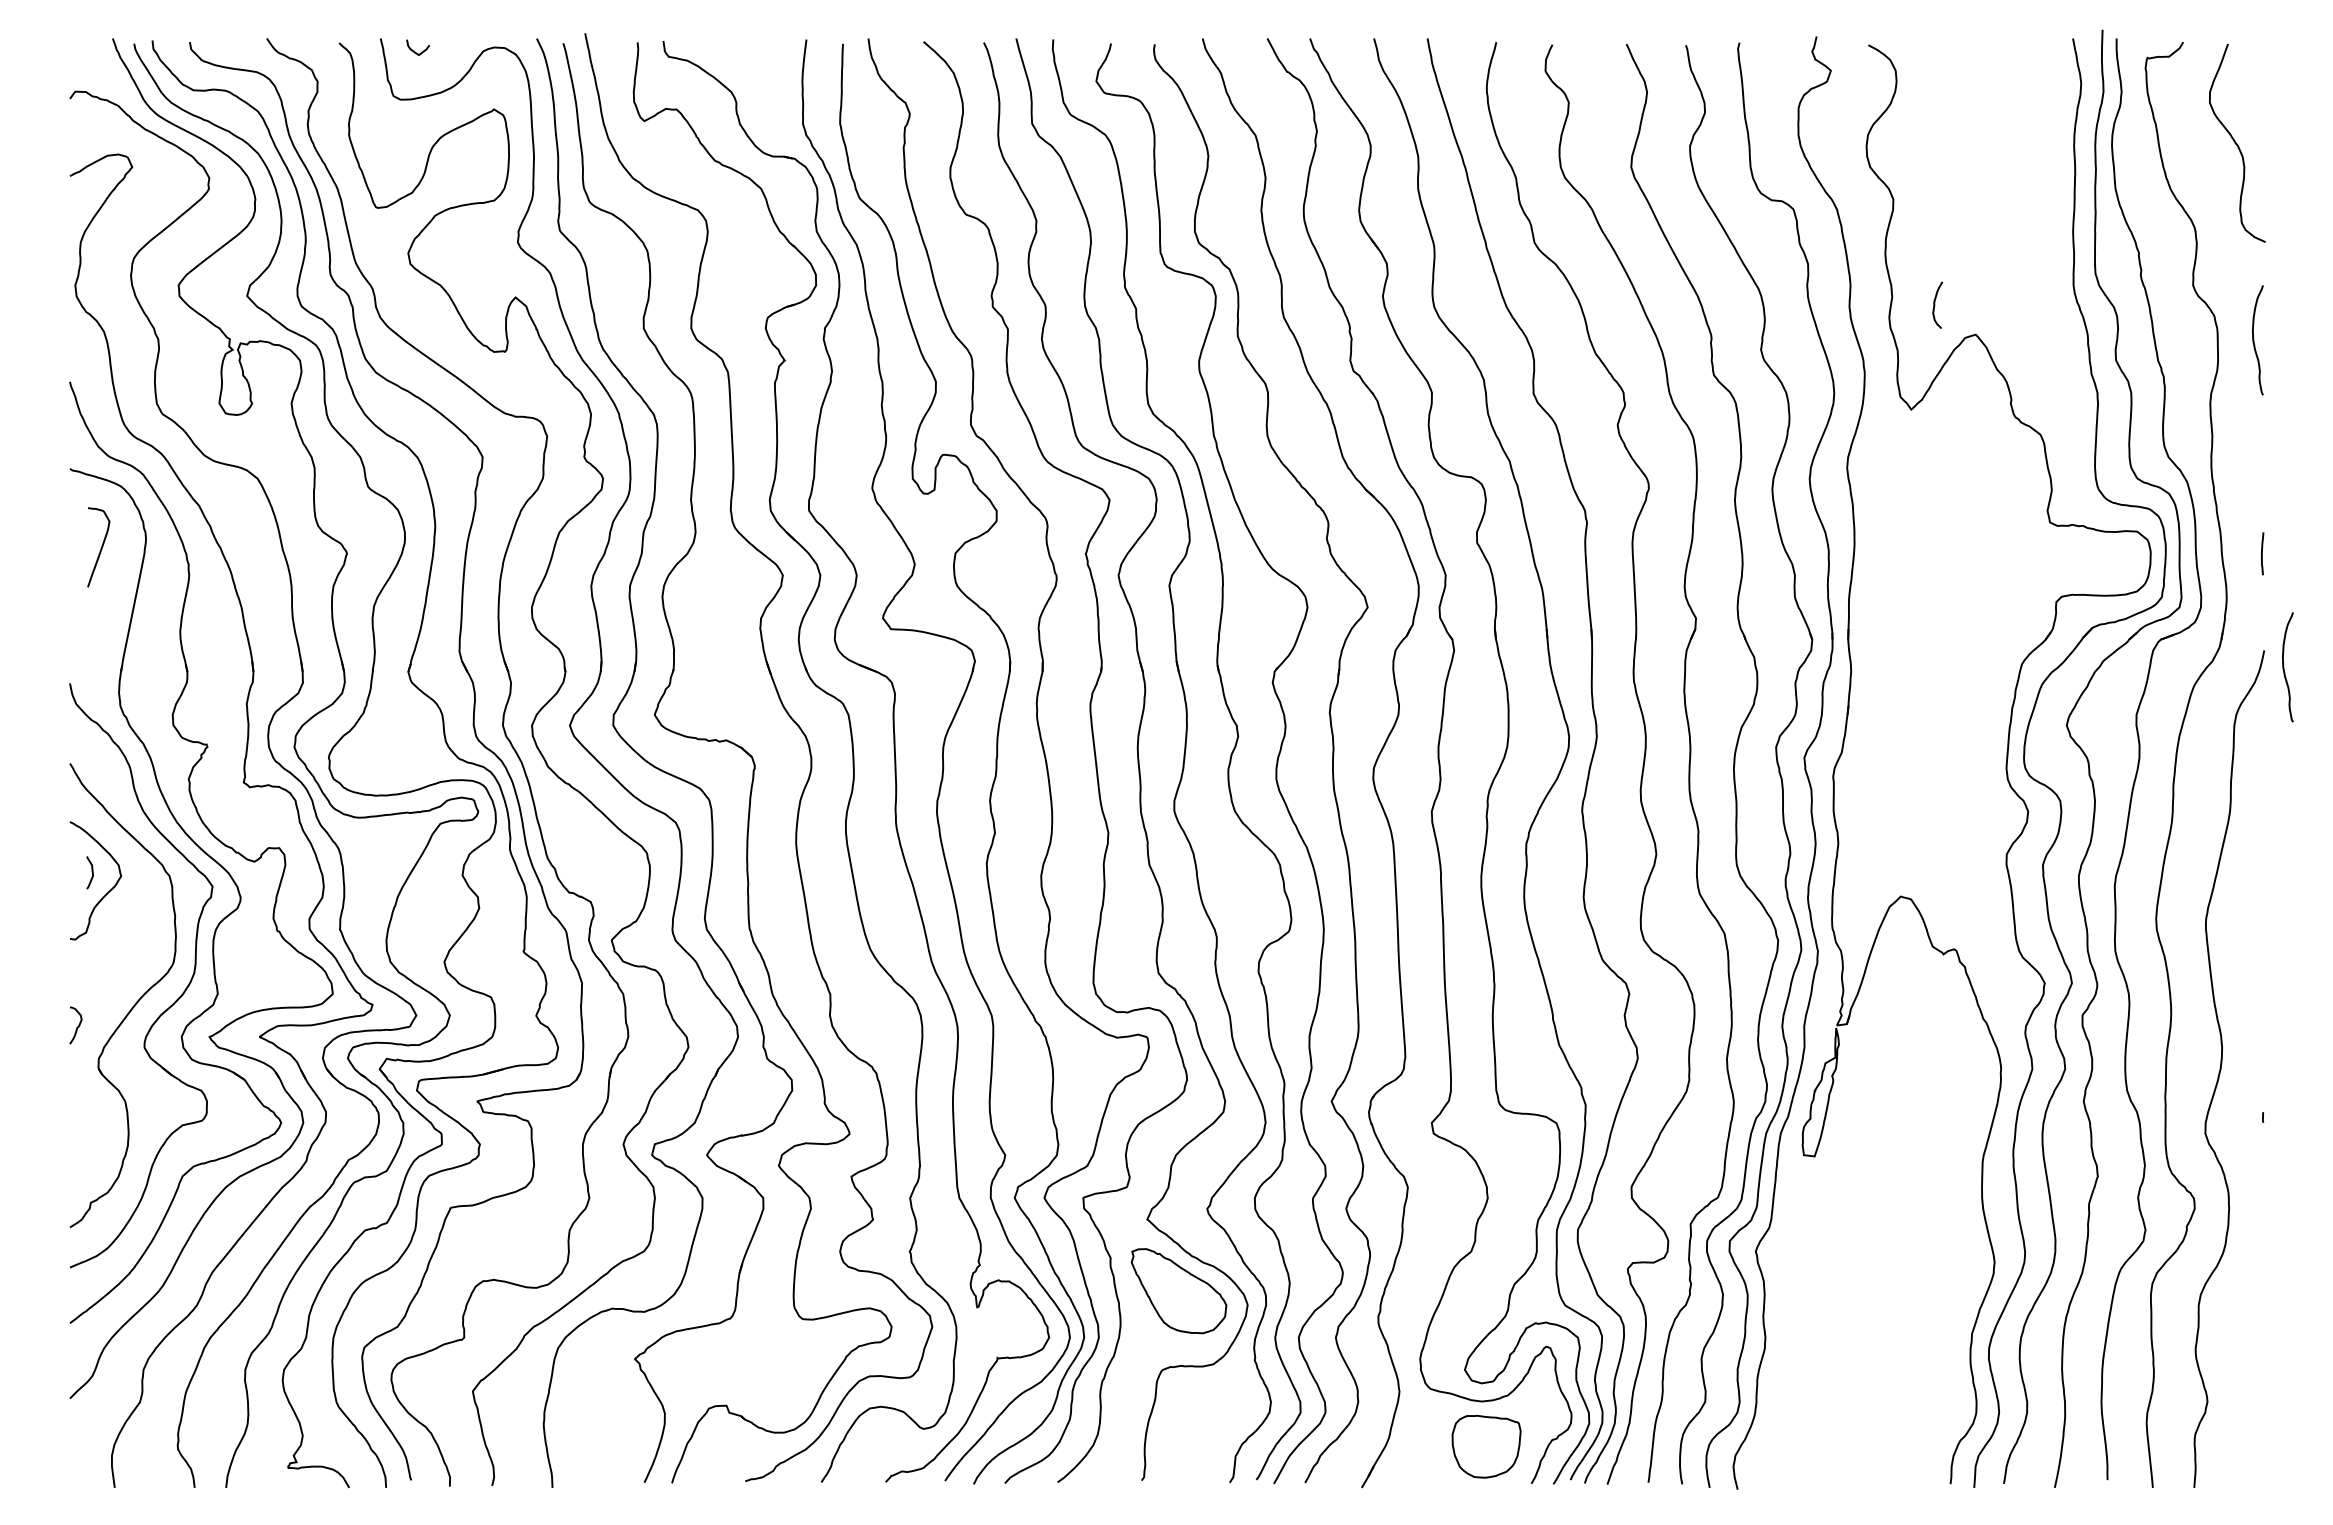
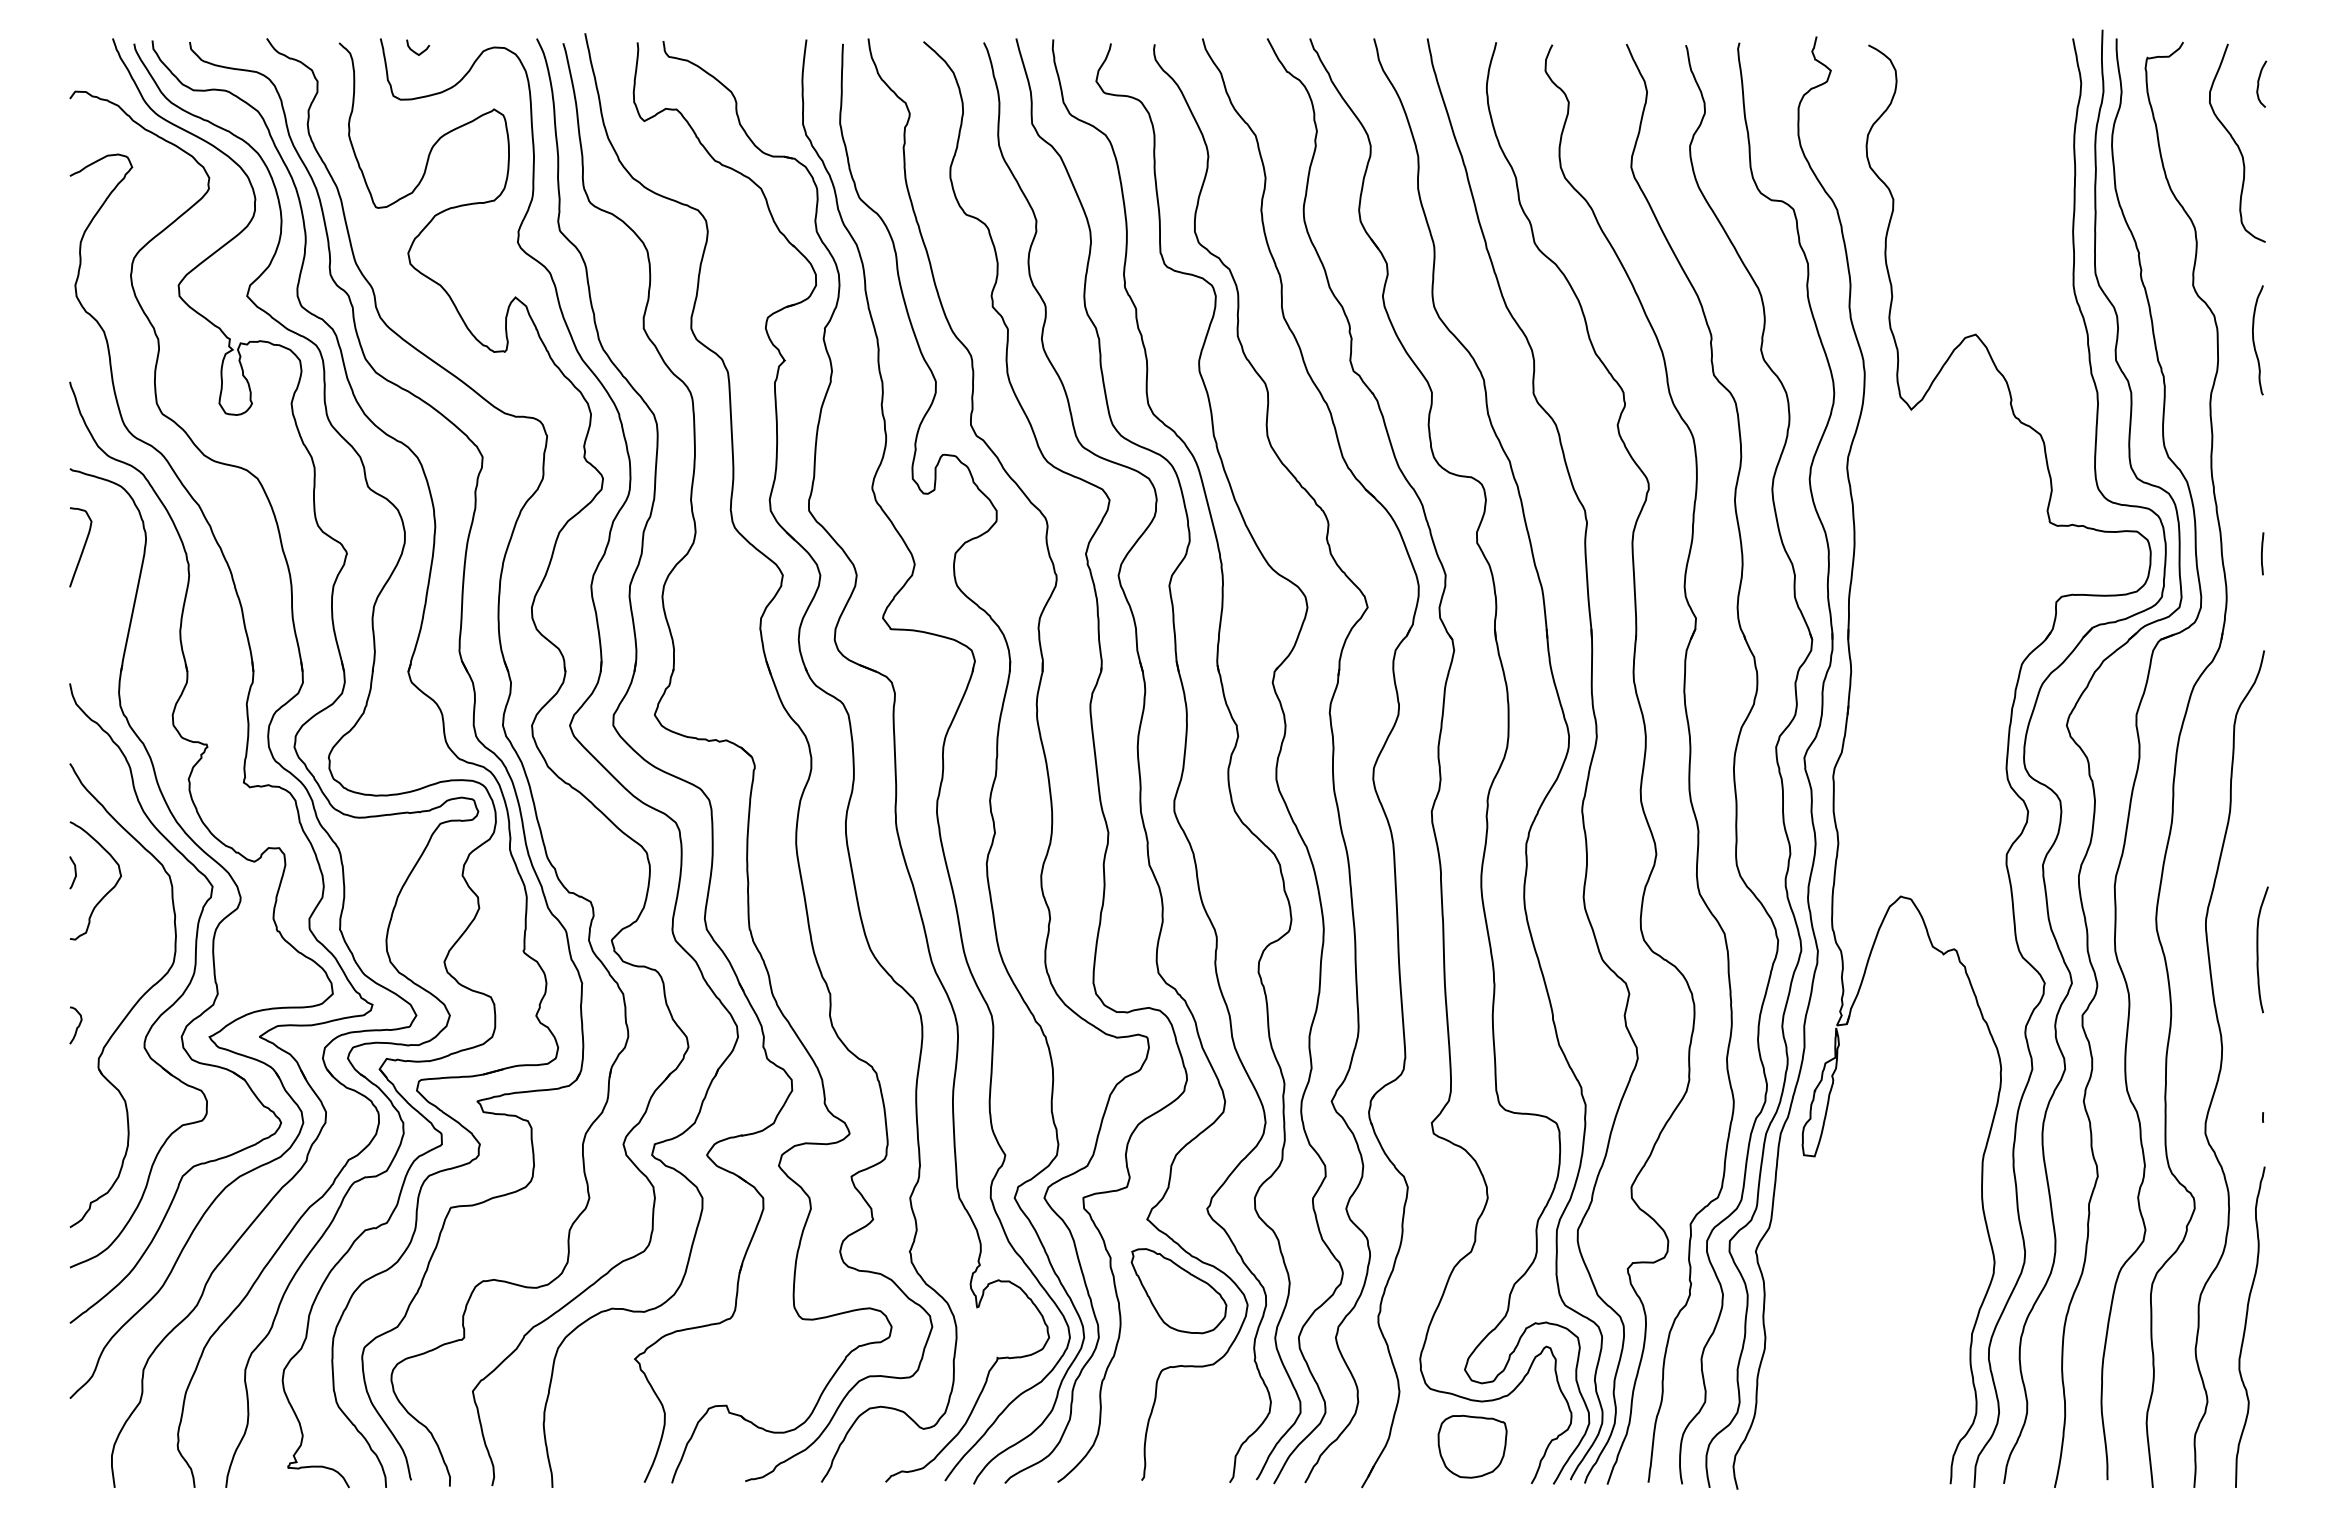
curve at (1935, 304) position: (1935, 304) -> (2259, 83)
curve at (100, 548) position: (100, 548) -> (82, 548)
curve at (2284, 667): present -> none
curve at (91, 872) position: (91, 872) -> (74, 872)
curve at (2258, 949): none -> present
curve at (2246, 1326): none -> present
part at (1486, 1446) position: (1486, 1446) -> (1472, 1446)
